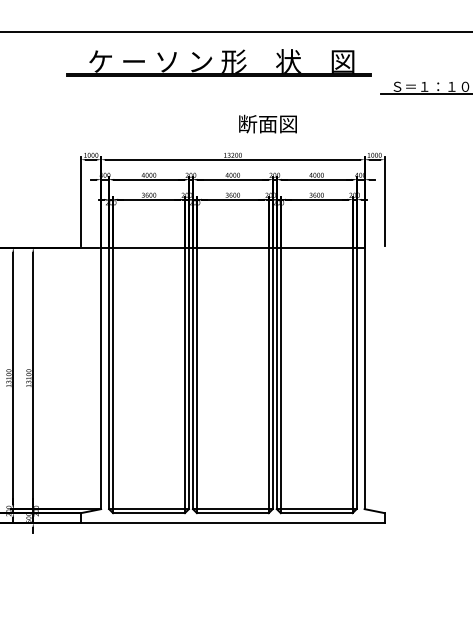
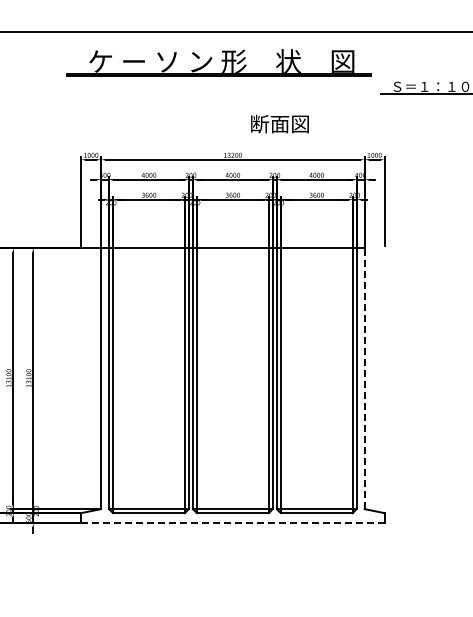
text at (267, 123) position: (267, 123) -> (279, 123)
line at (364, 378): solid -> dashed
line at (232, 523): solid -> dashed
